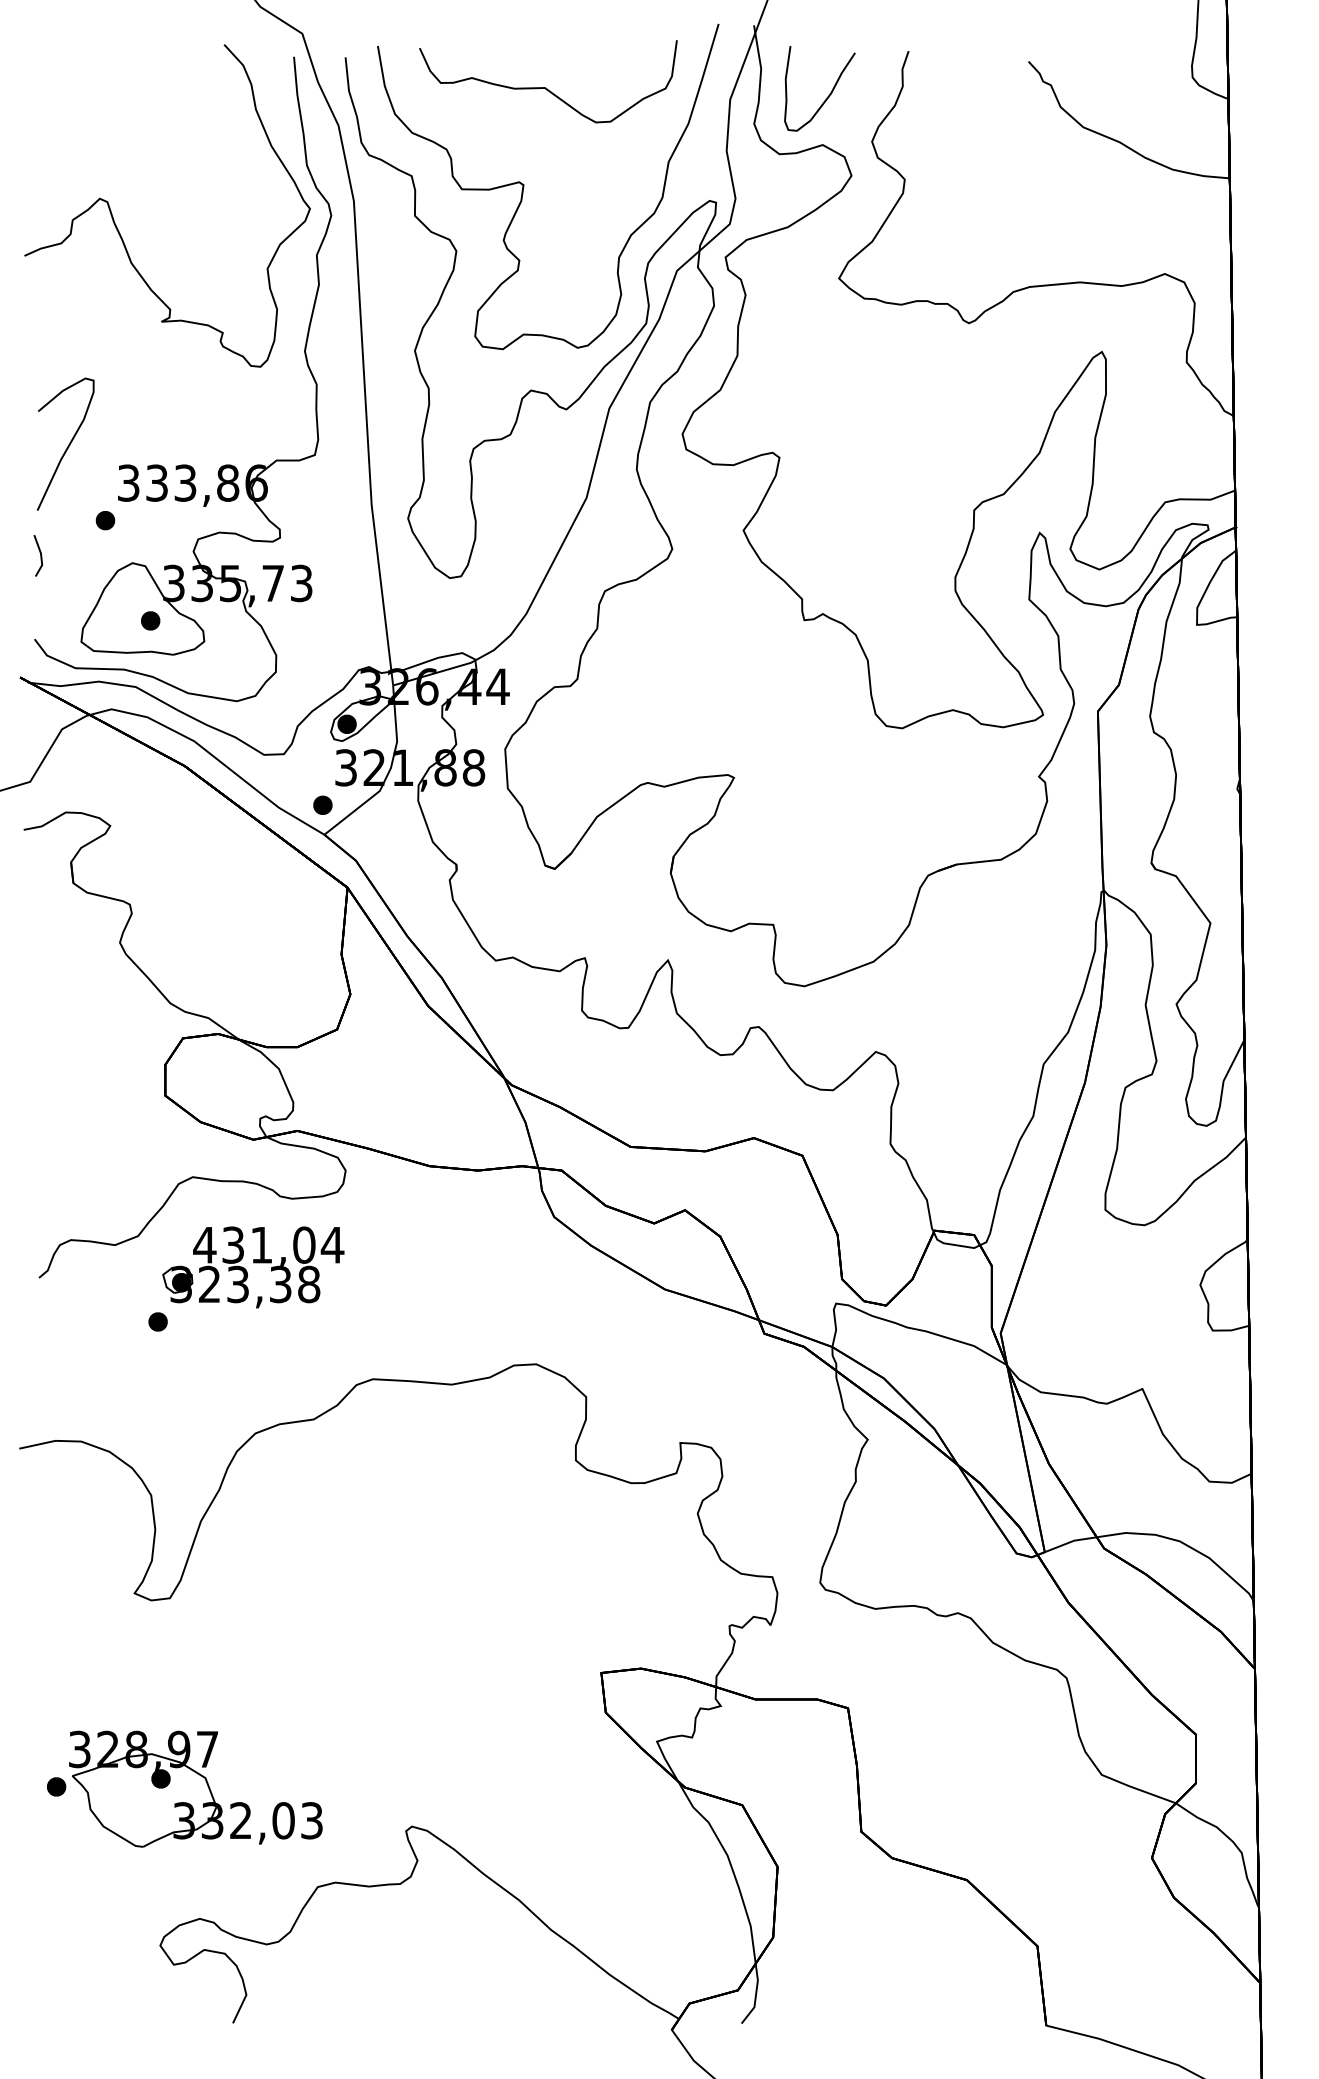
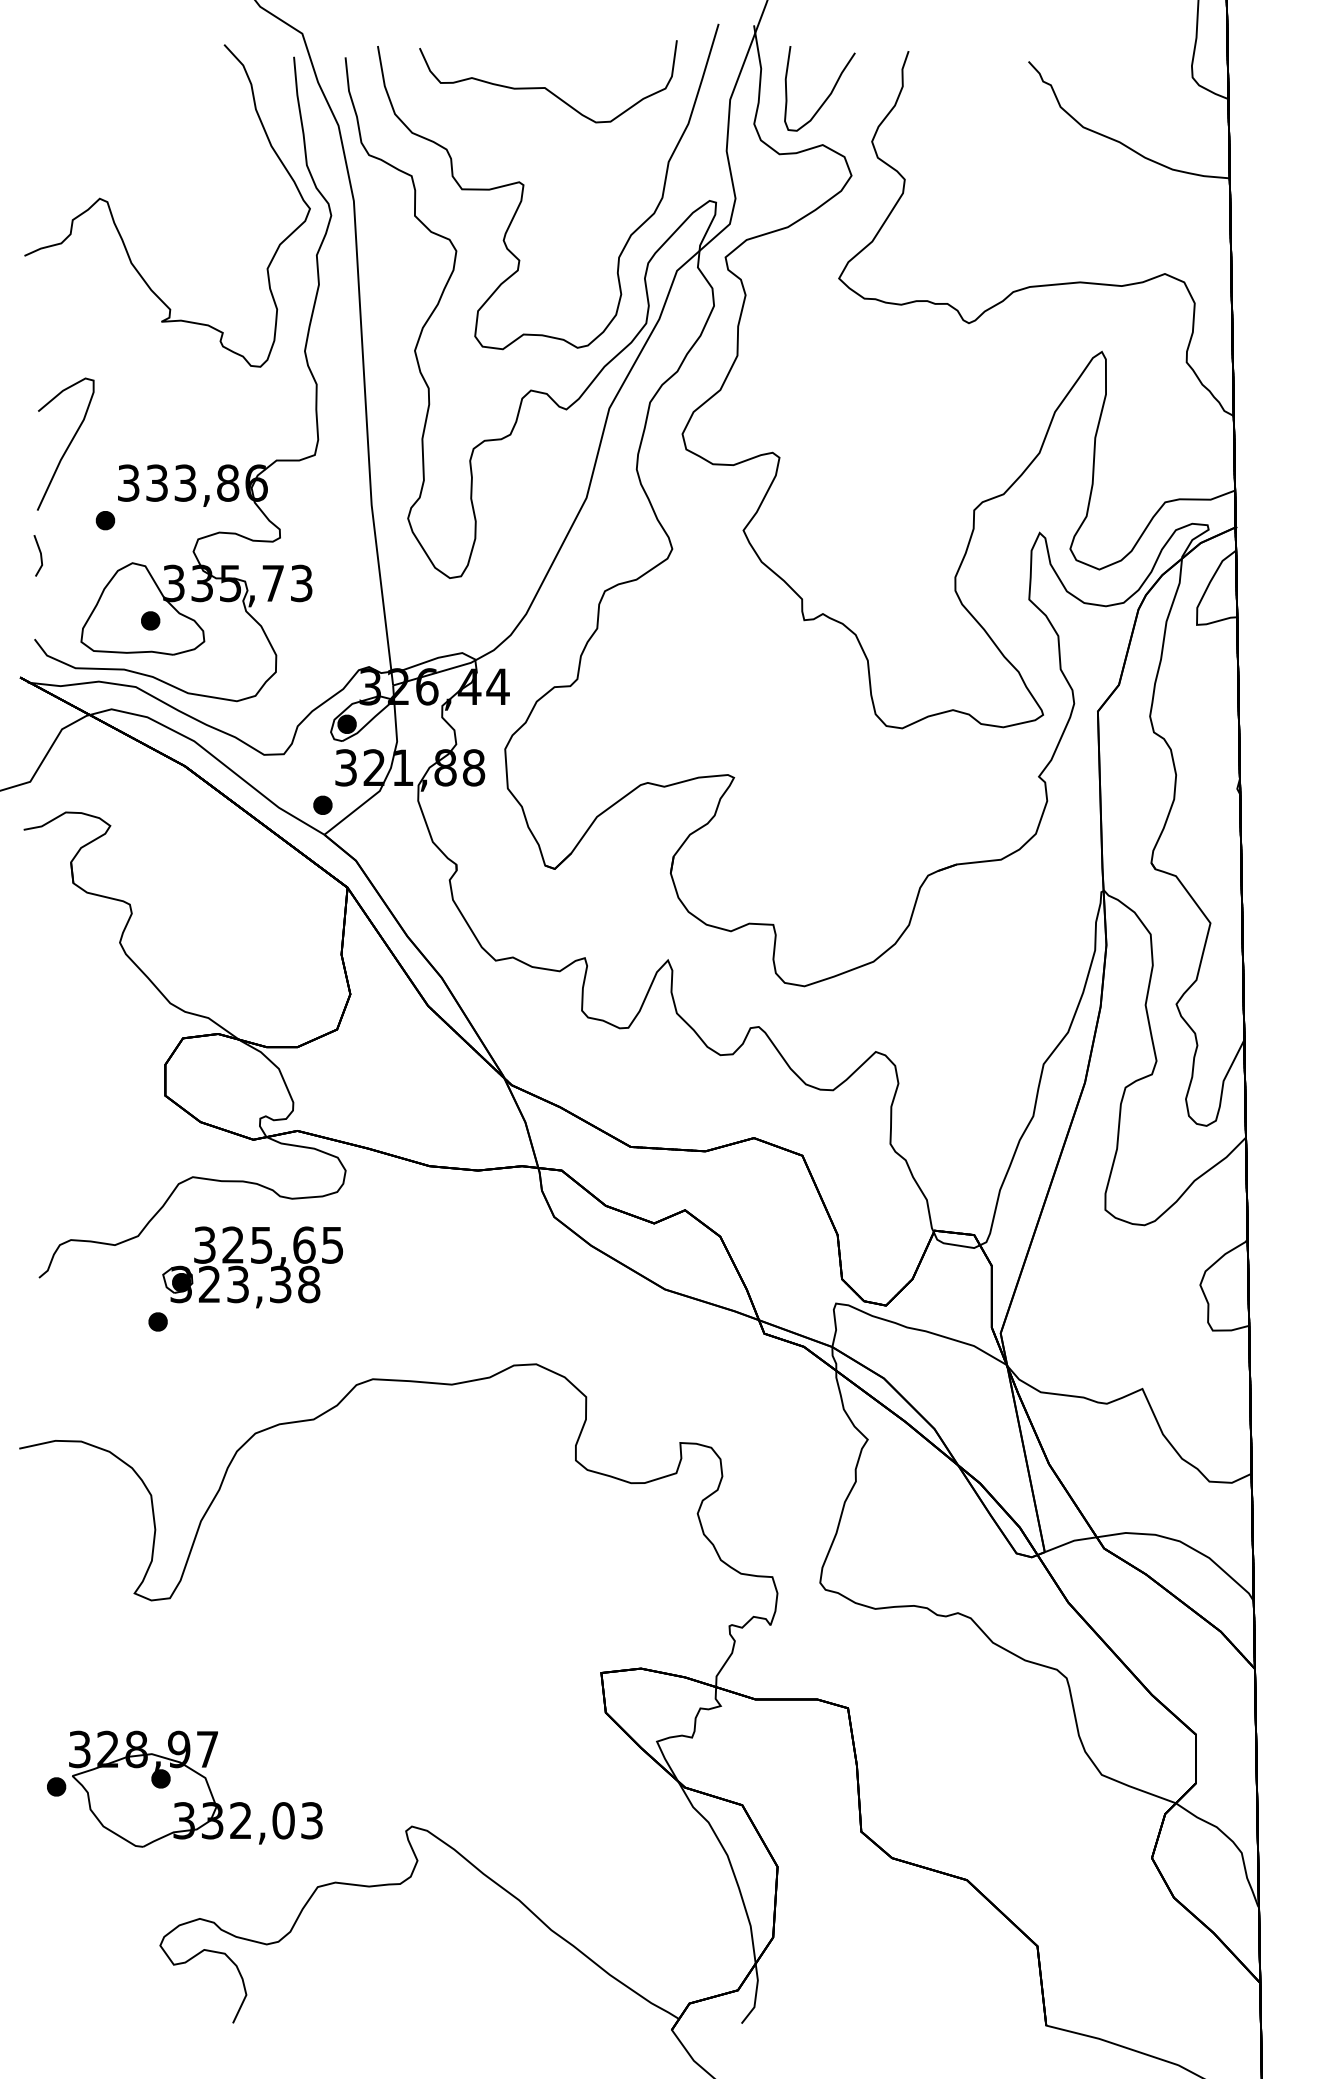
text at (268, 1244): 431,04 -> 325,65
